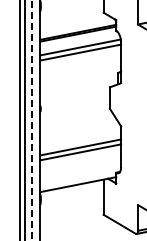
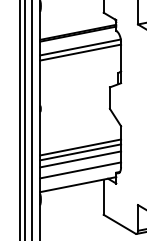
line at (32, 120): dashed -> solid
line at (80, 159): none -> present
line at (80, 170): none -> present
